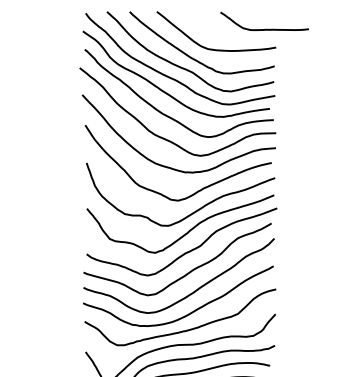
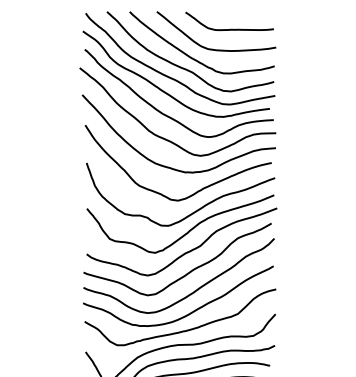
curve at (265, 28) position: (265, 28) -> (230, 28)
